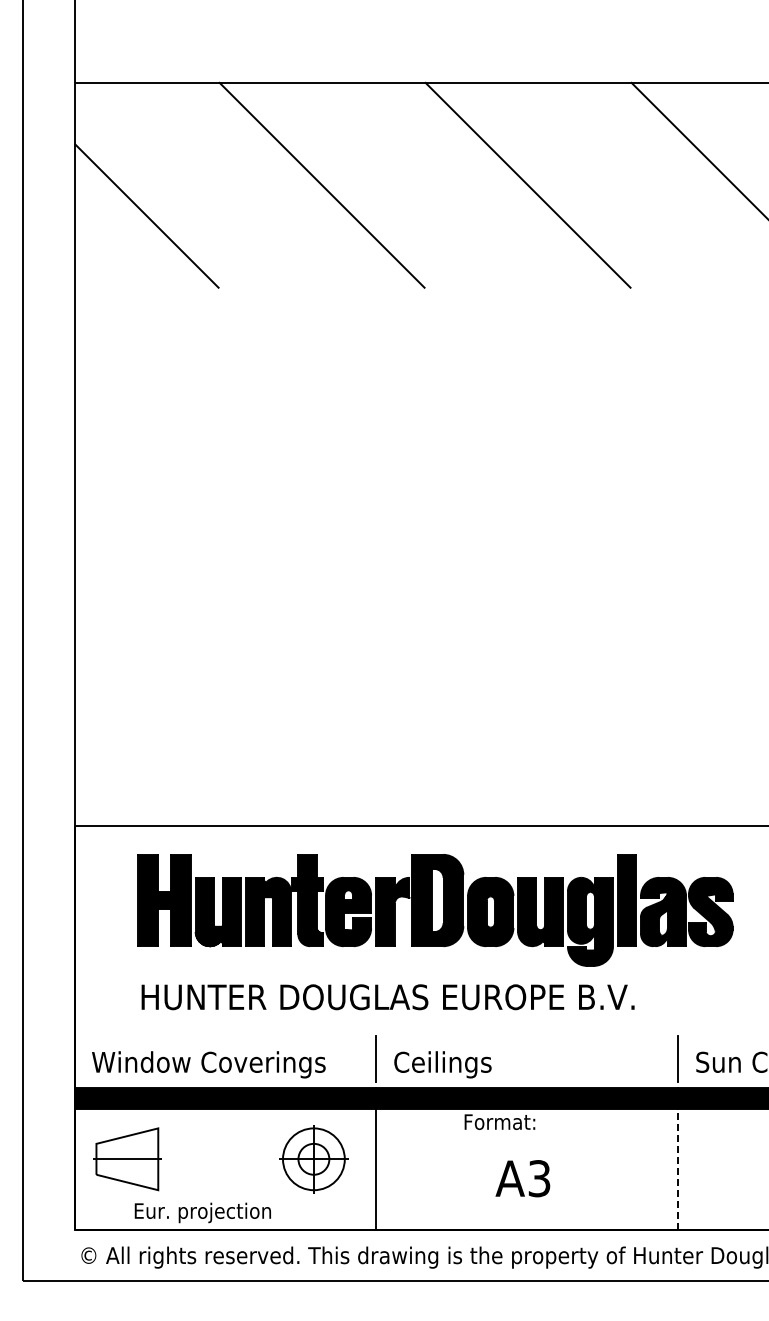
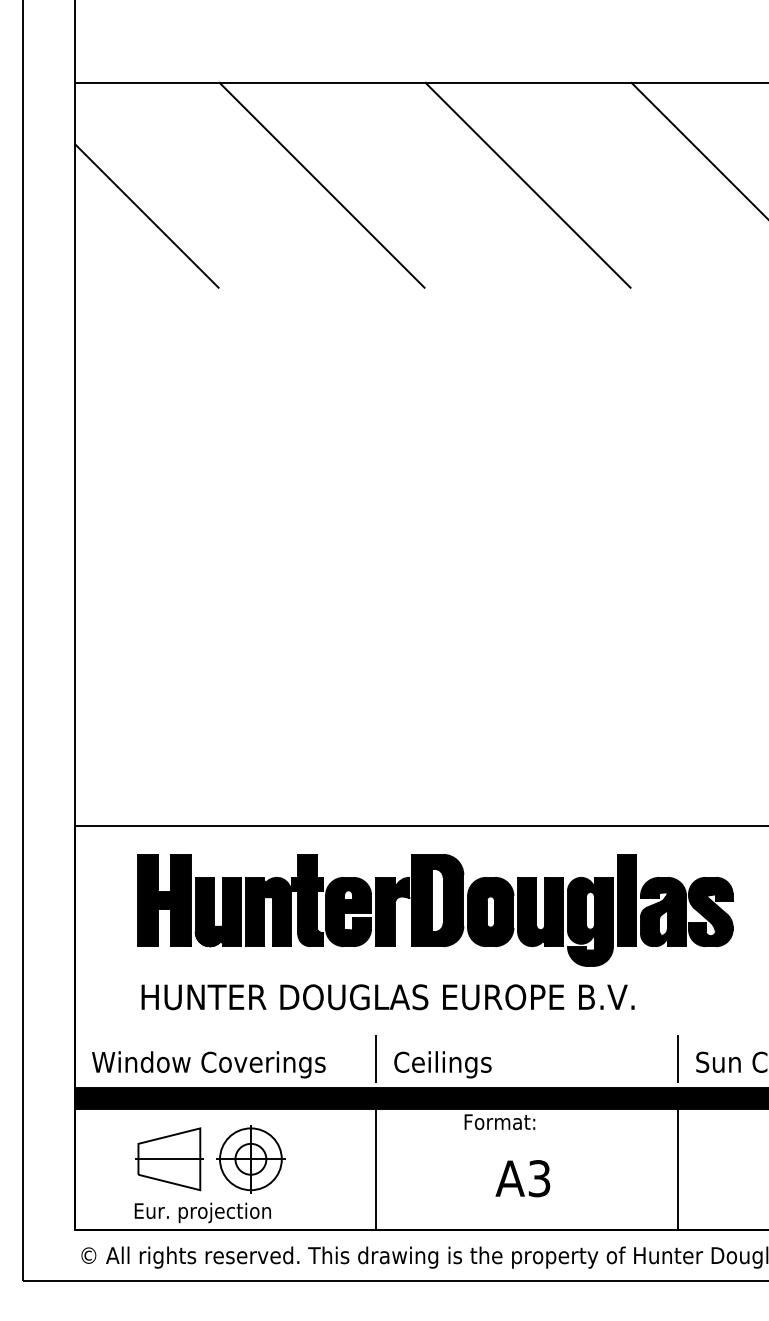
part at (127, 1159) position: (127, 1159) -> (169, 1159)
part at (313, 1159) position: (313, 1159) -> (250, 1159)
line at (678, 1168): dashed -> solid
